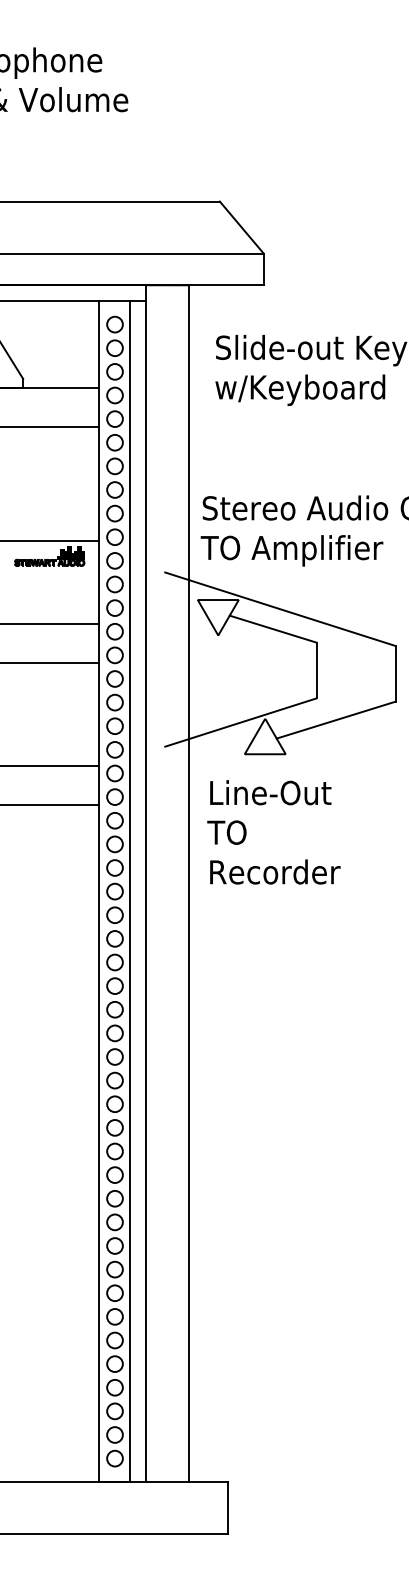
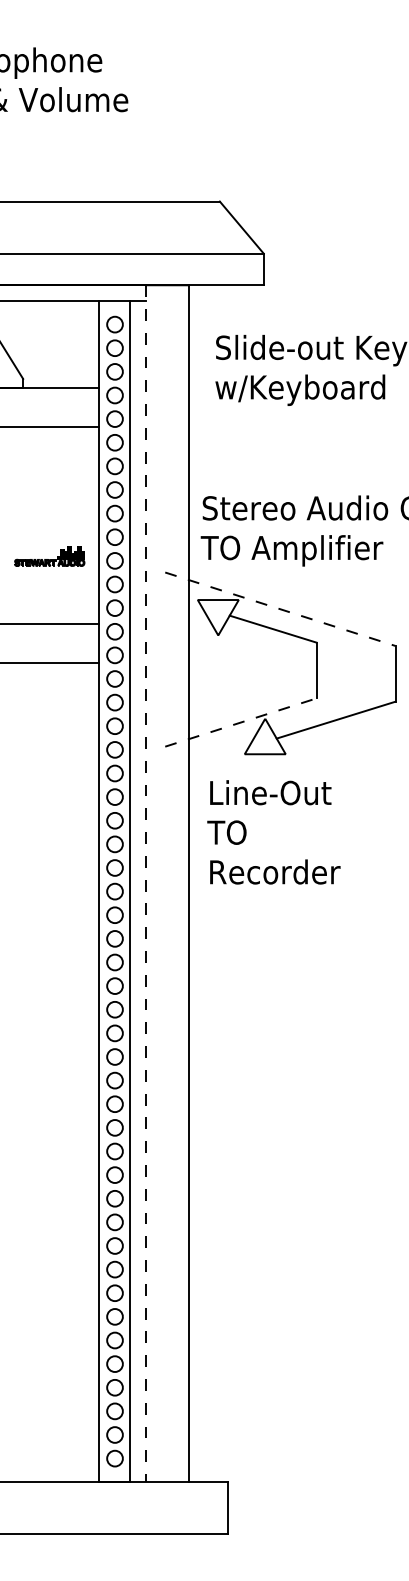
line at (50, 541): present -> none
line at (280, 609): solid -> dashed
line at (241, 722): solid -> dashed
line at (50, 765): present -> none
line at (50, 805): present -> none
line at (146, 883): solid -> dashed
